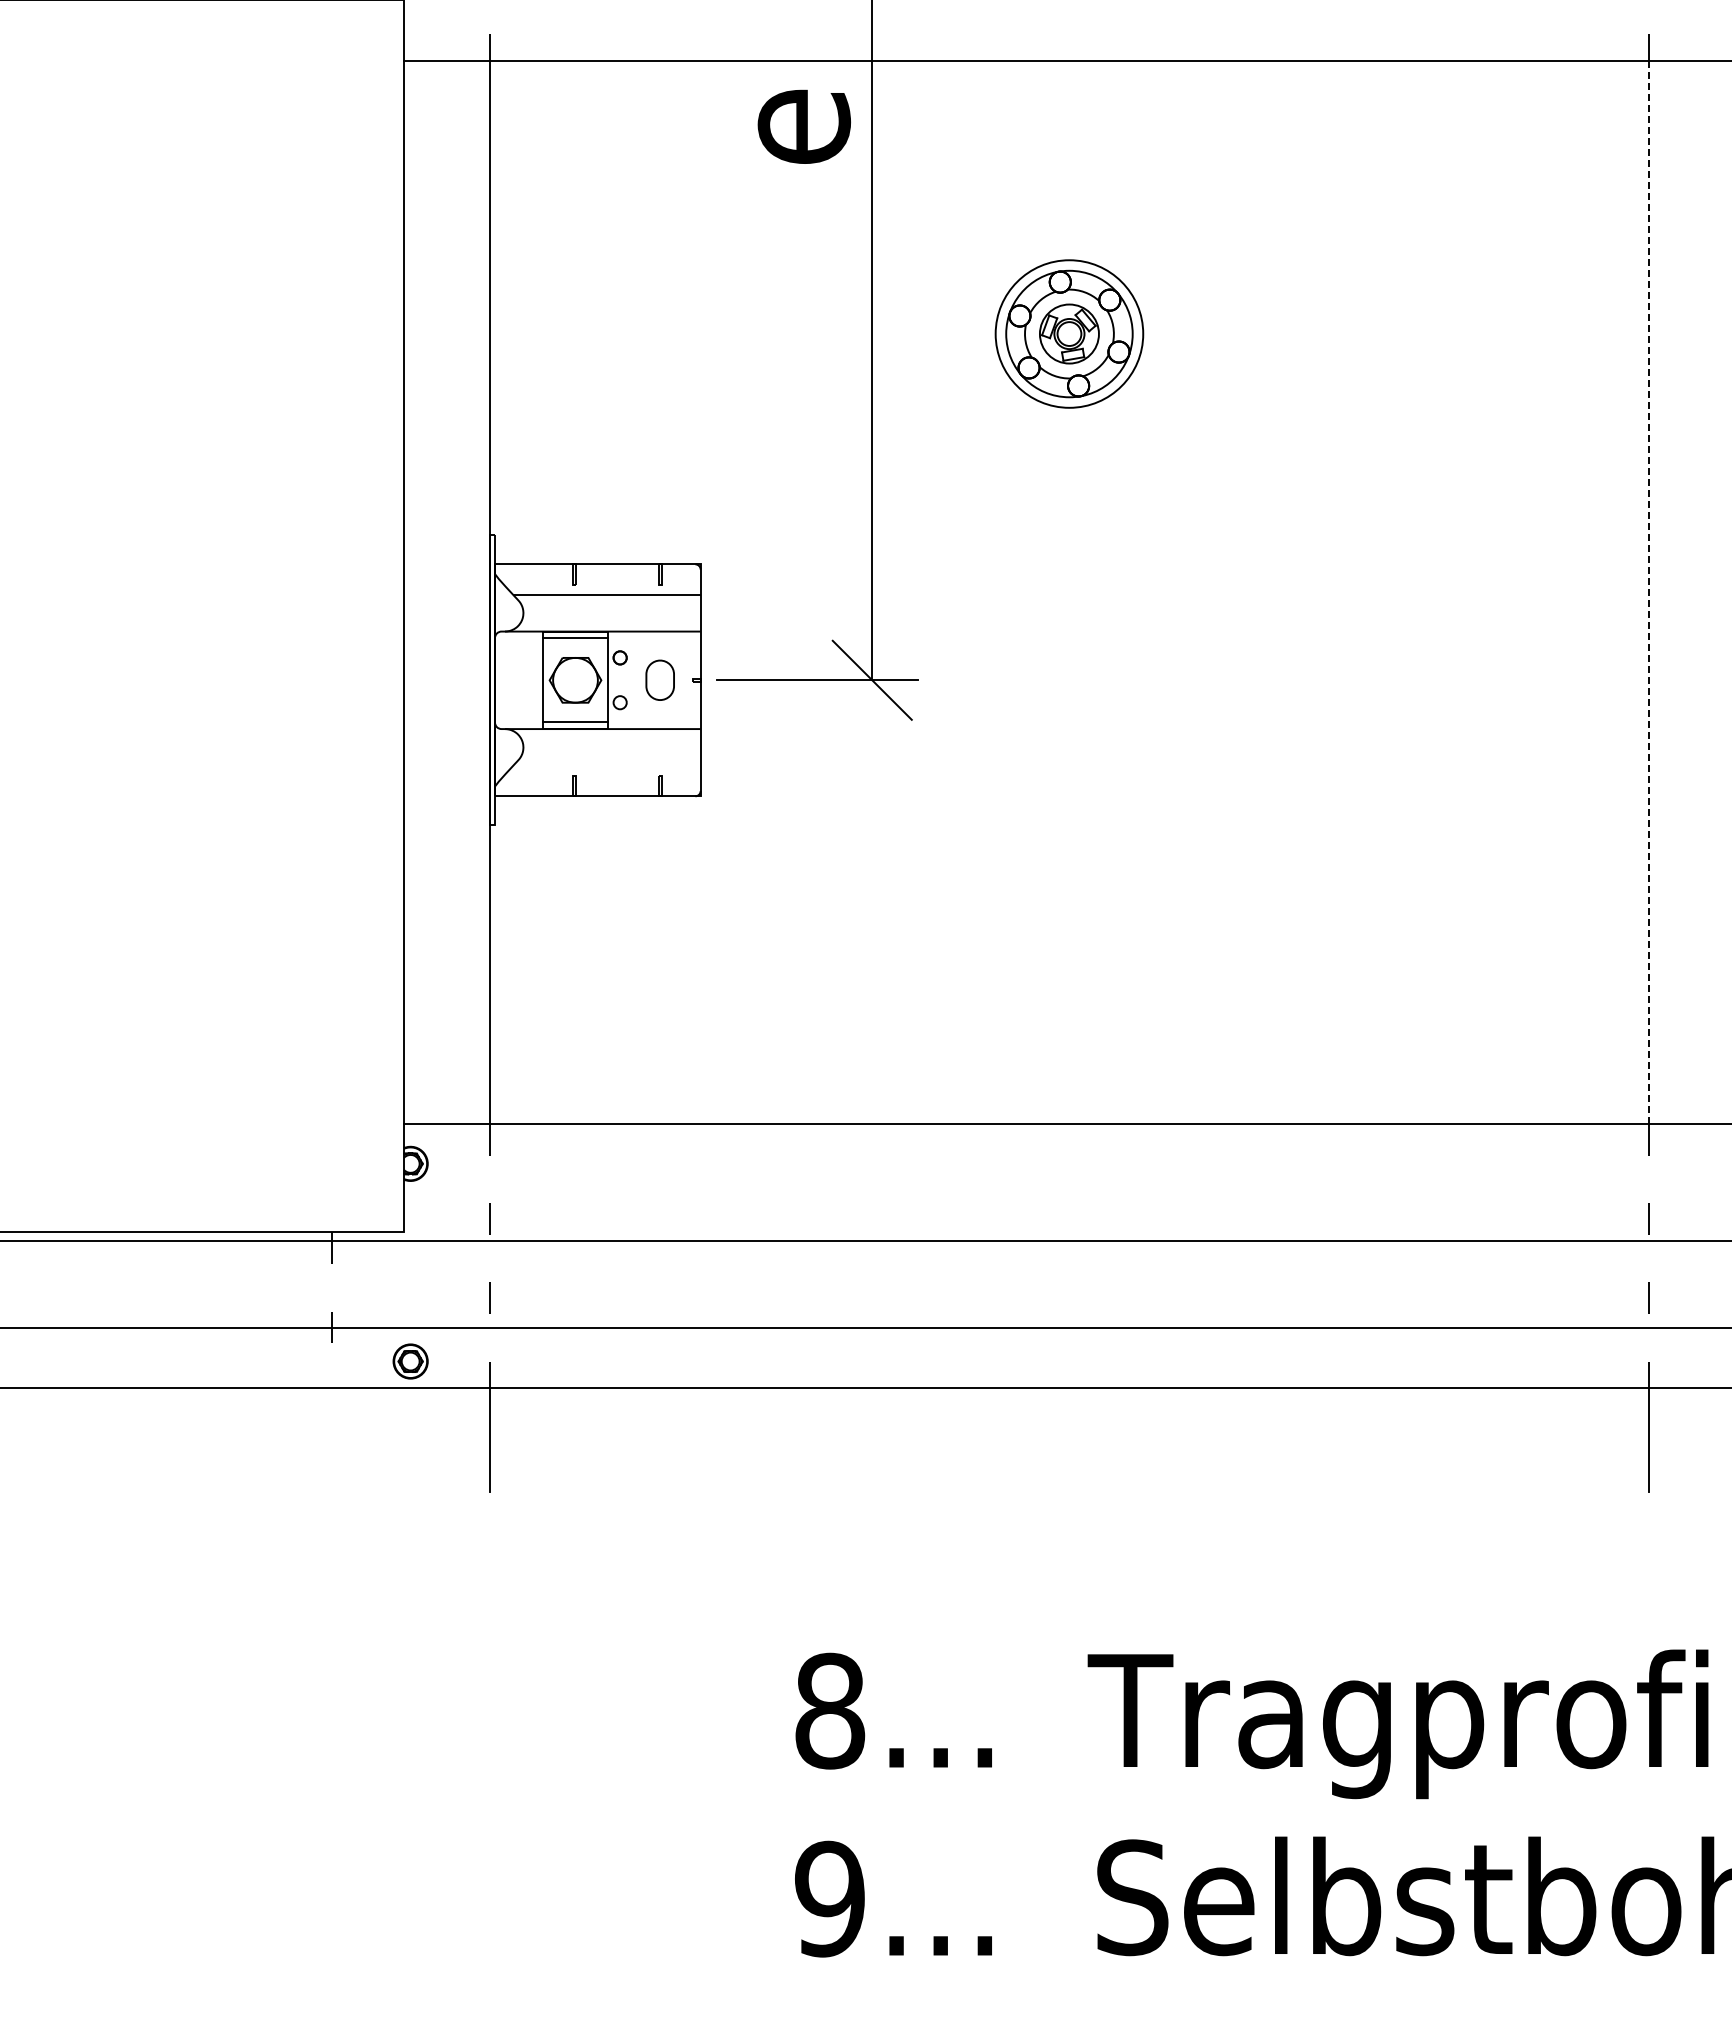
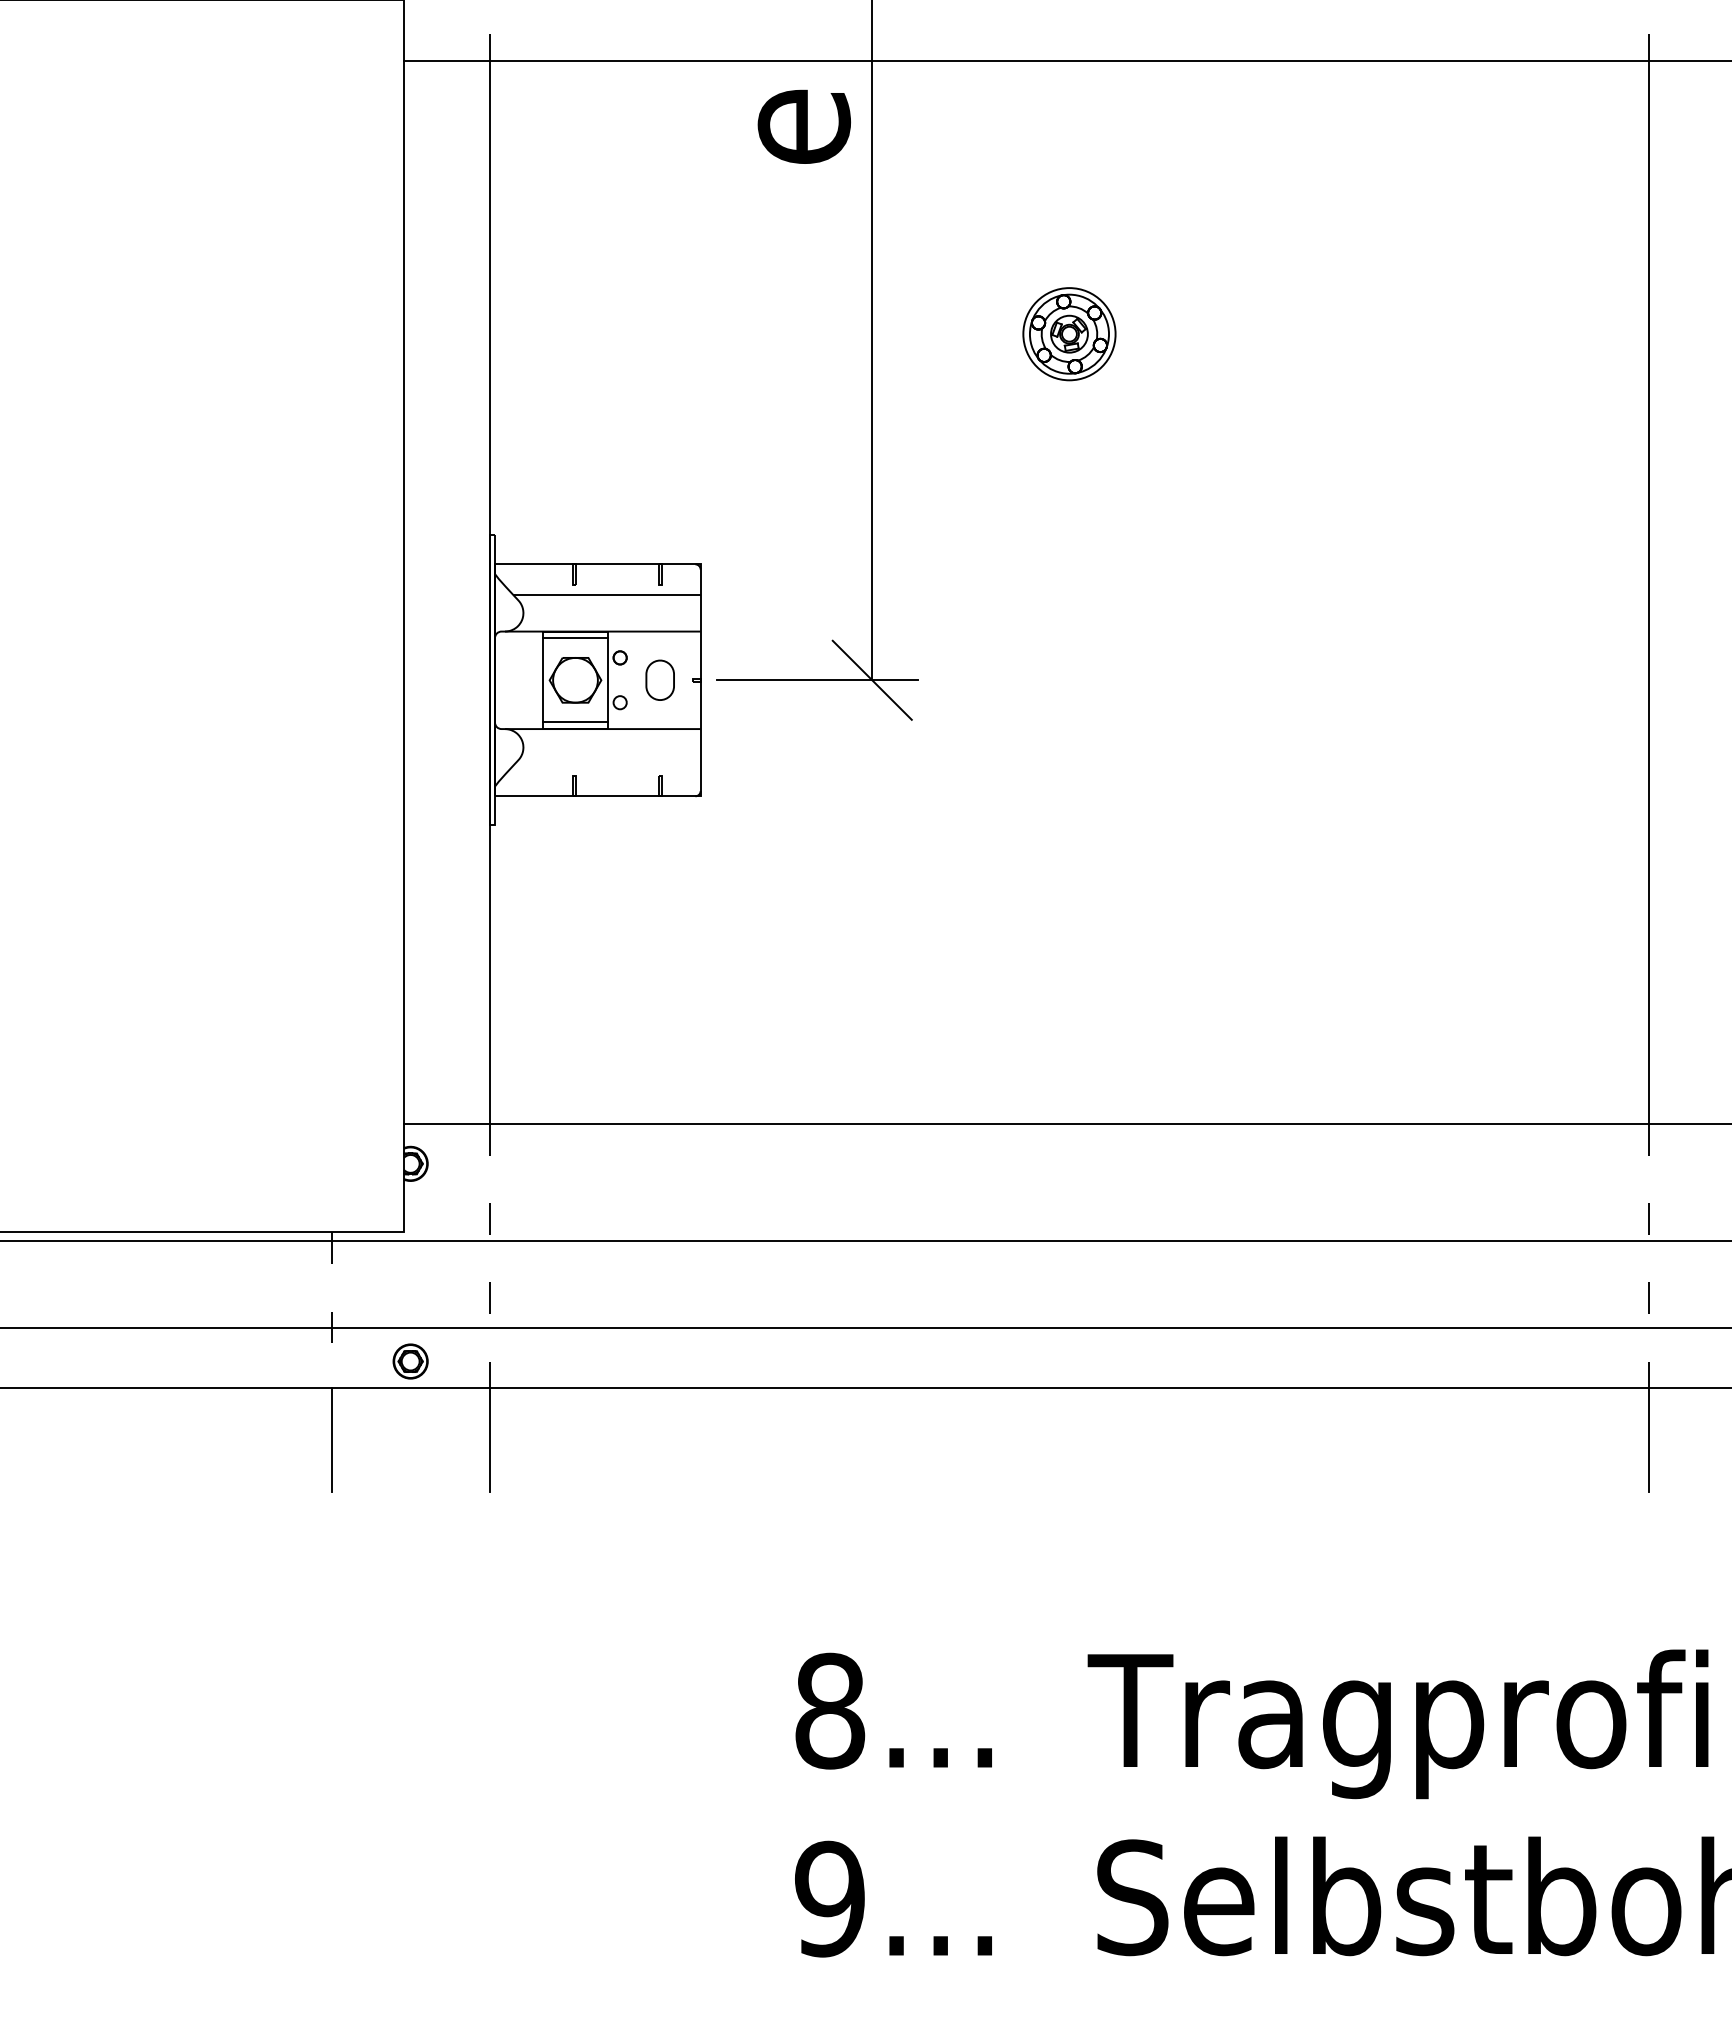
part at (1069, 333) size: 151x150 px -> 95x95 px
line at (1649, 592): dashed -> solid
line at (331, 1439): none -> present
